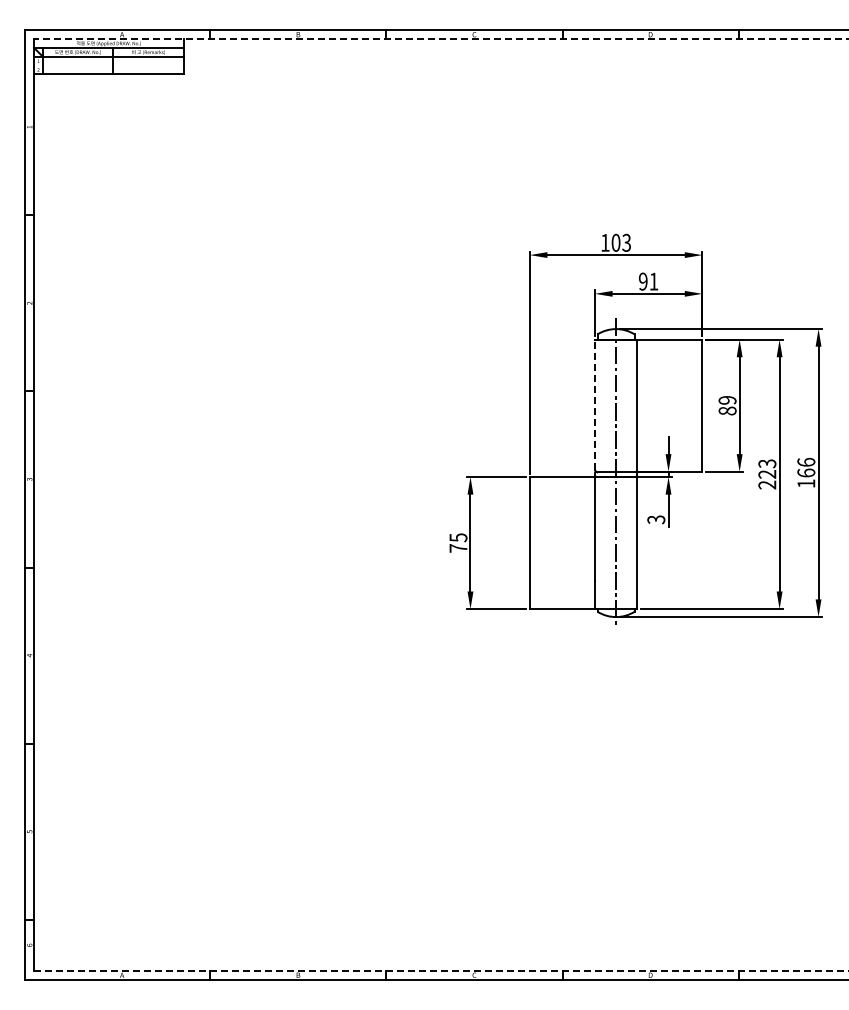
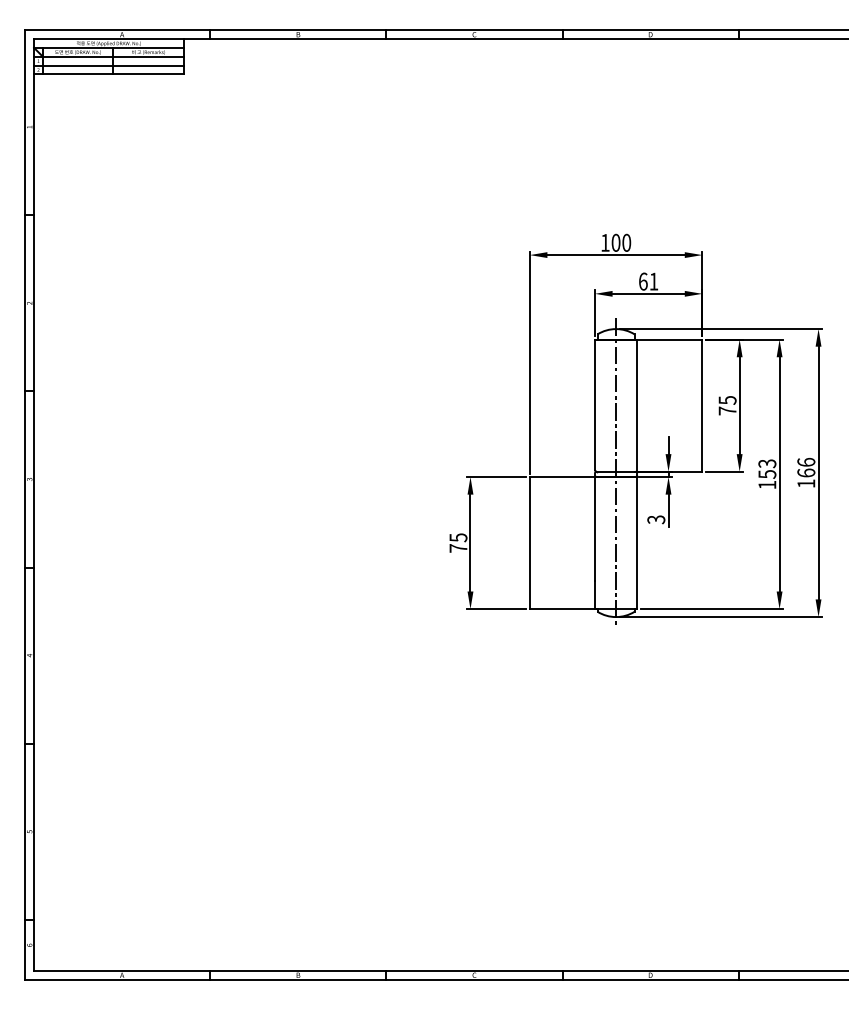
line at (440, 39): dashed -> solid
line at (108, 65): none -> present
text at (626, 242): 103 -> 100
text at (642, 281): 91 -> 61
line at (594, 404): dashed -> solid
text at (727, 405): 89 -> 75
text at (767, 479): 223 -> 153
line at (441, 970): dashed -> solid
